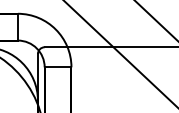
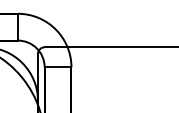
line at (155, 20): present -> none
line at (120, 53): present -> none
